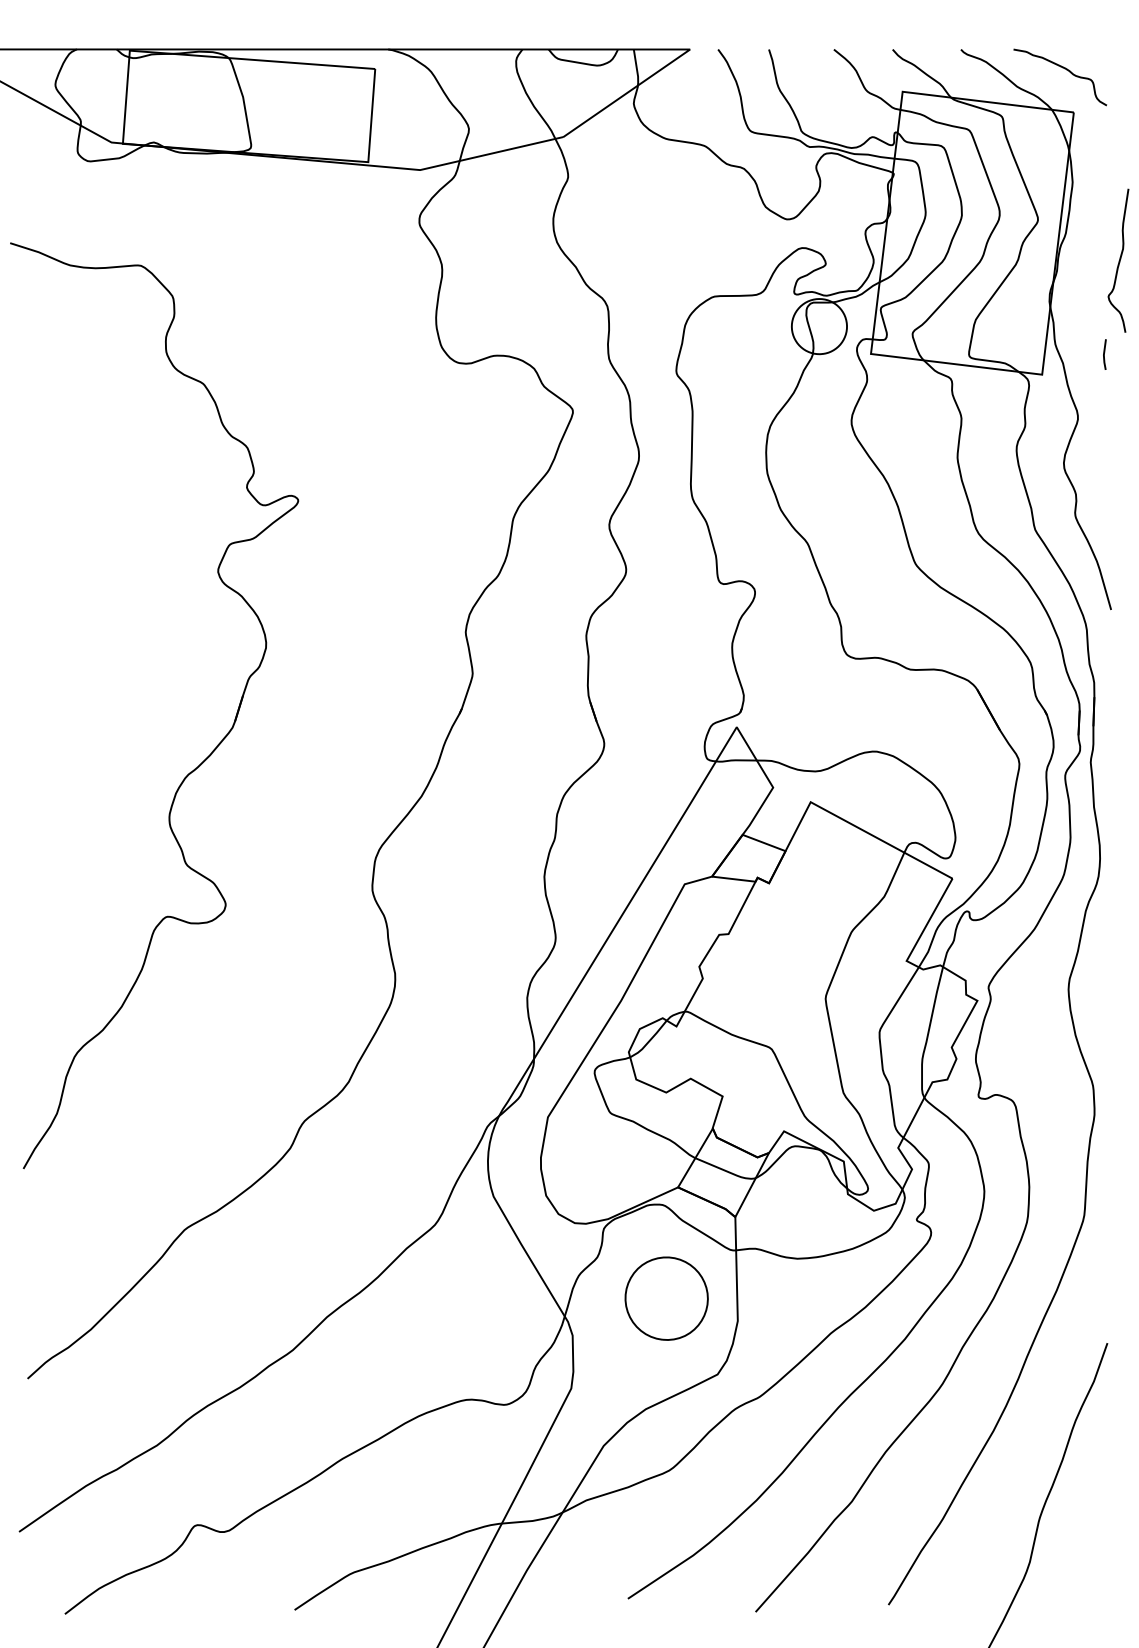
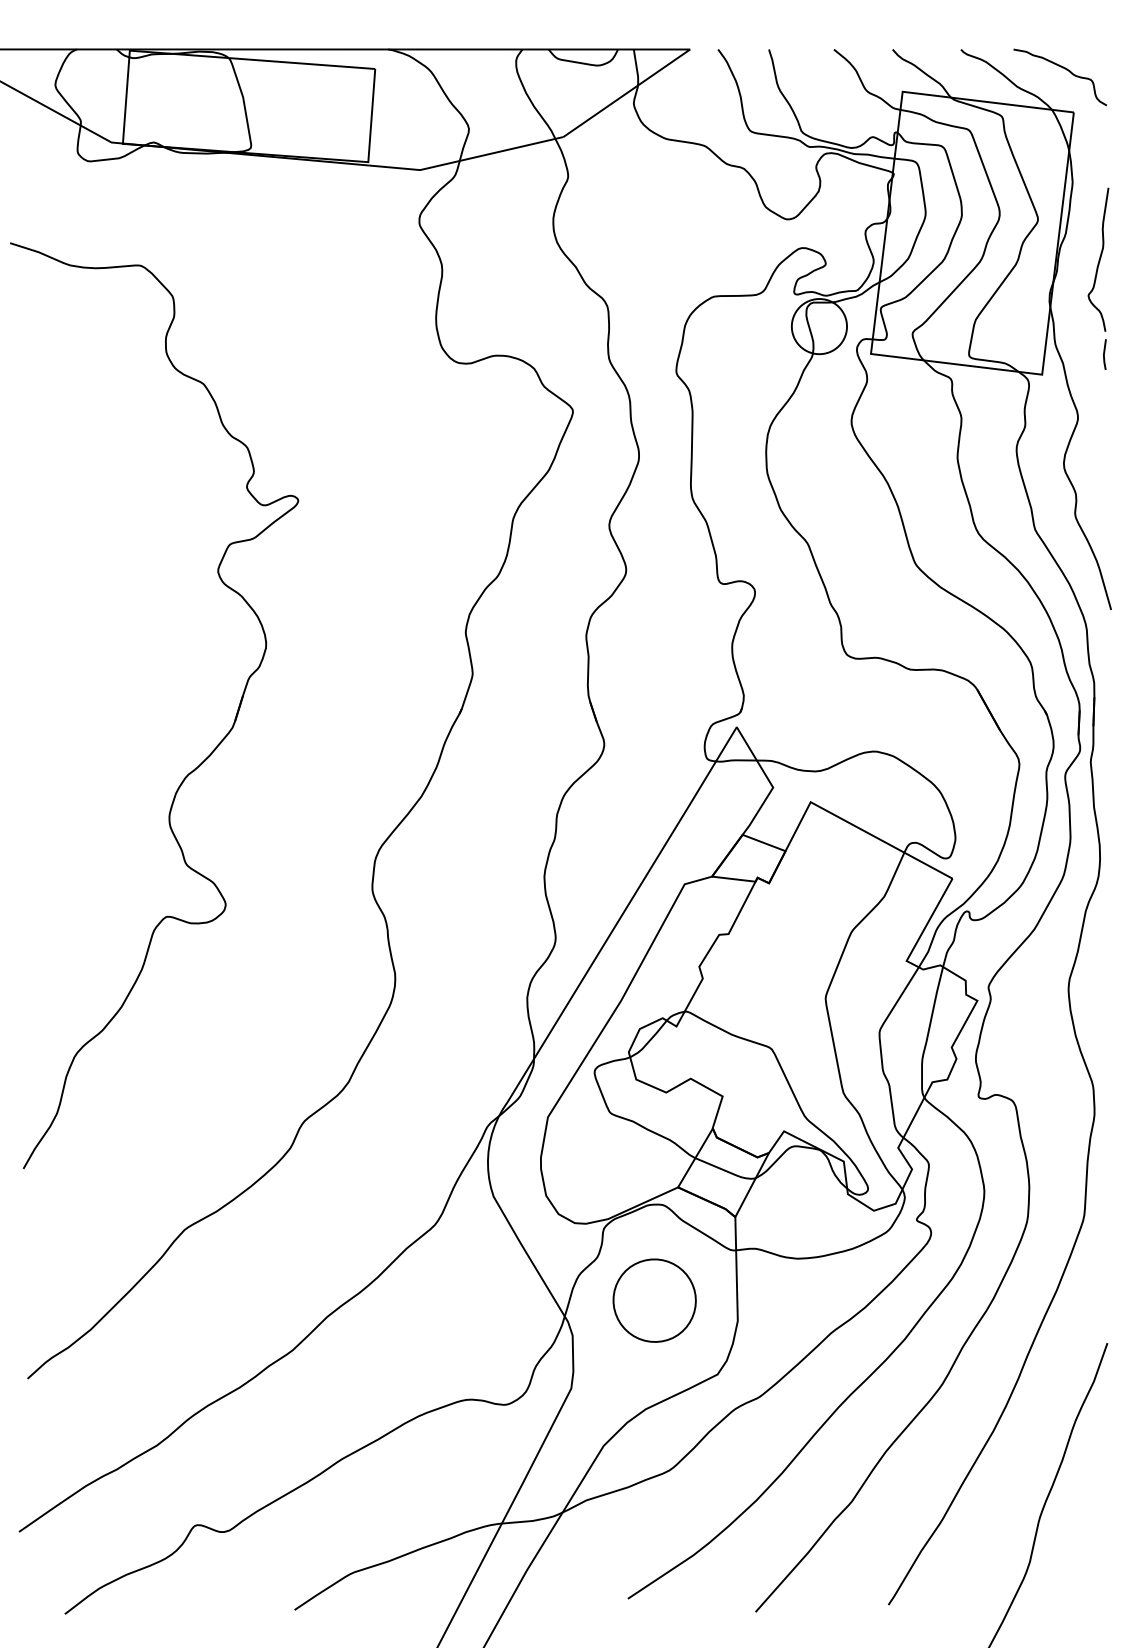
curve at (1119, 260) position: (1119, 260) -> (1099, 259)
part at (666, 1298) position: (666, 1298) -> (654, 1300)
